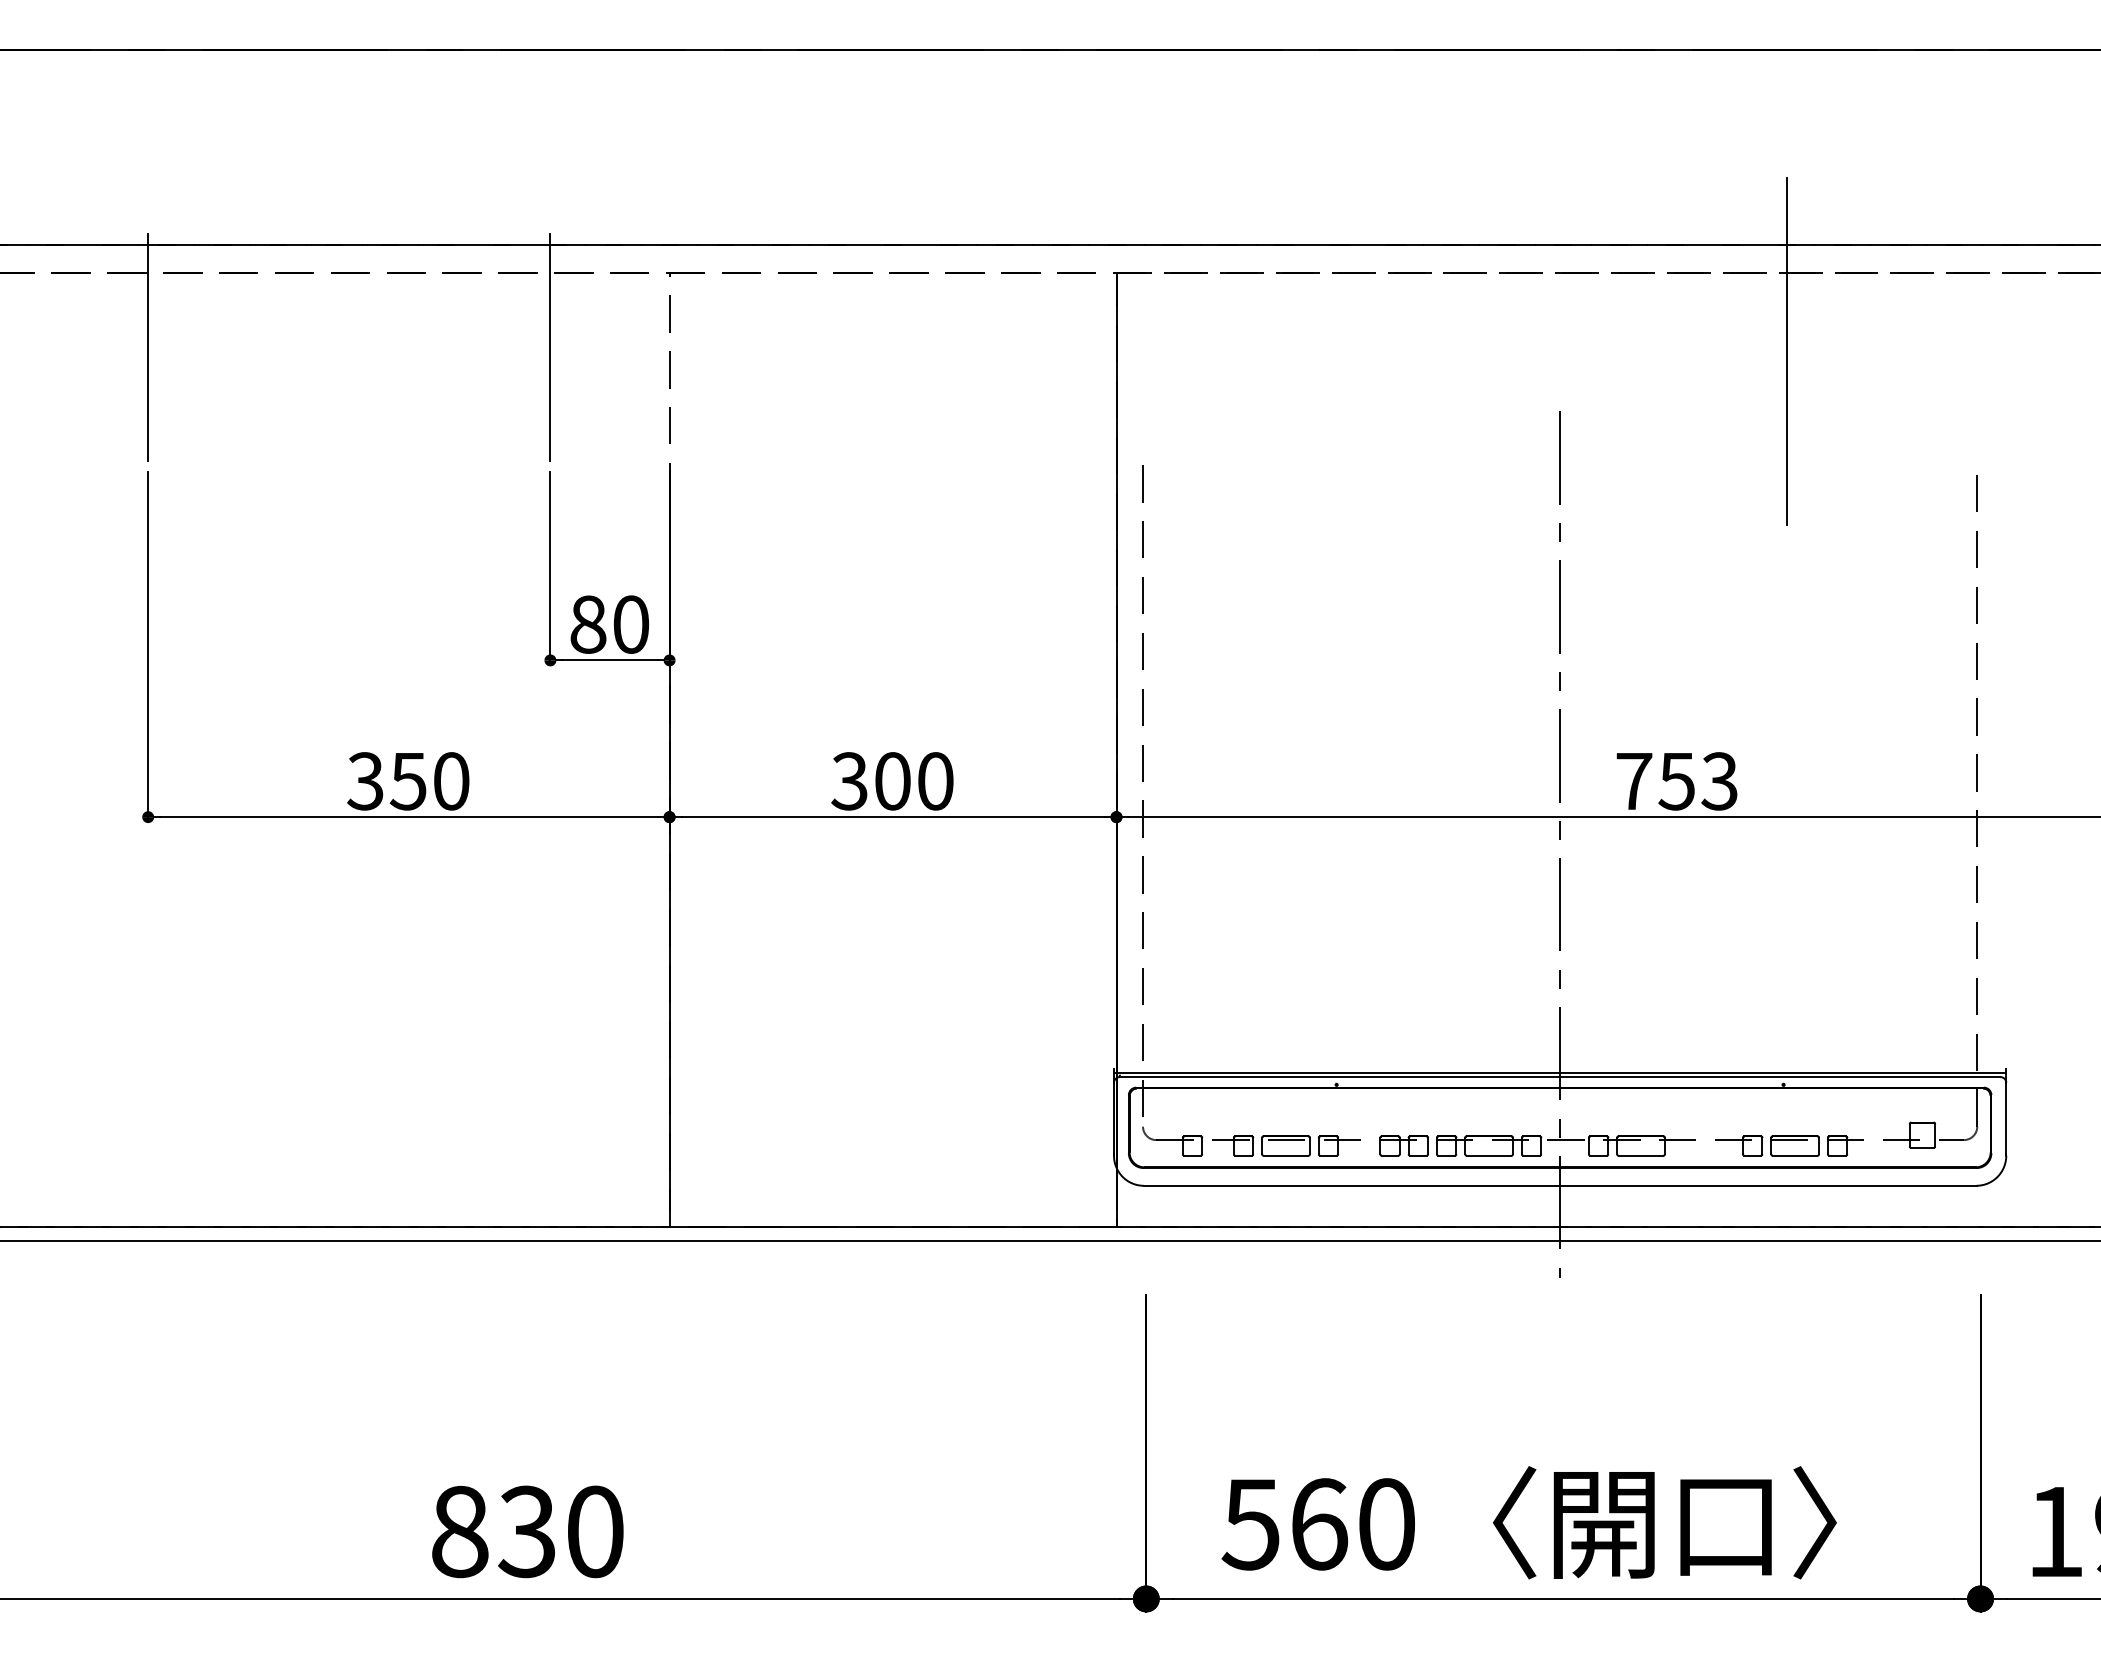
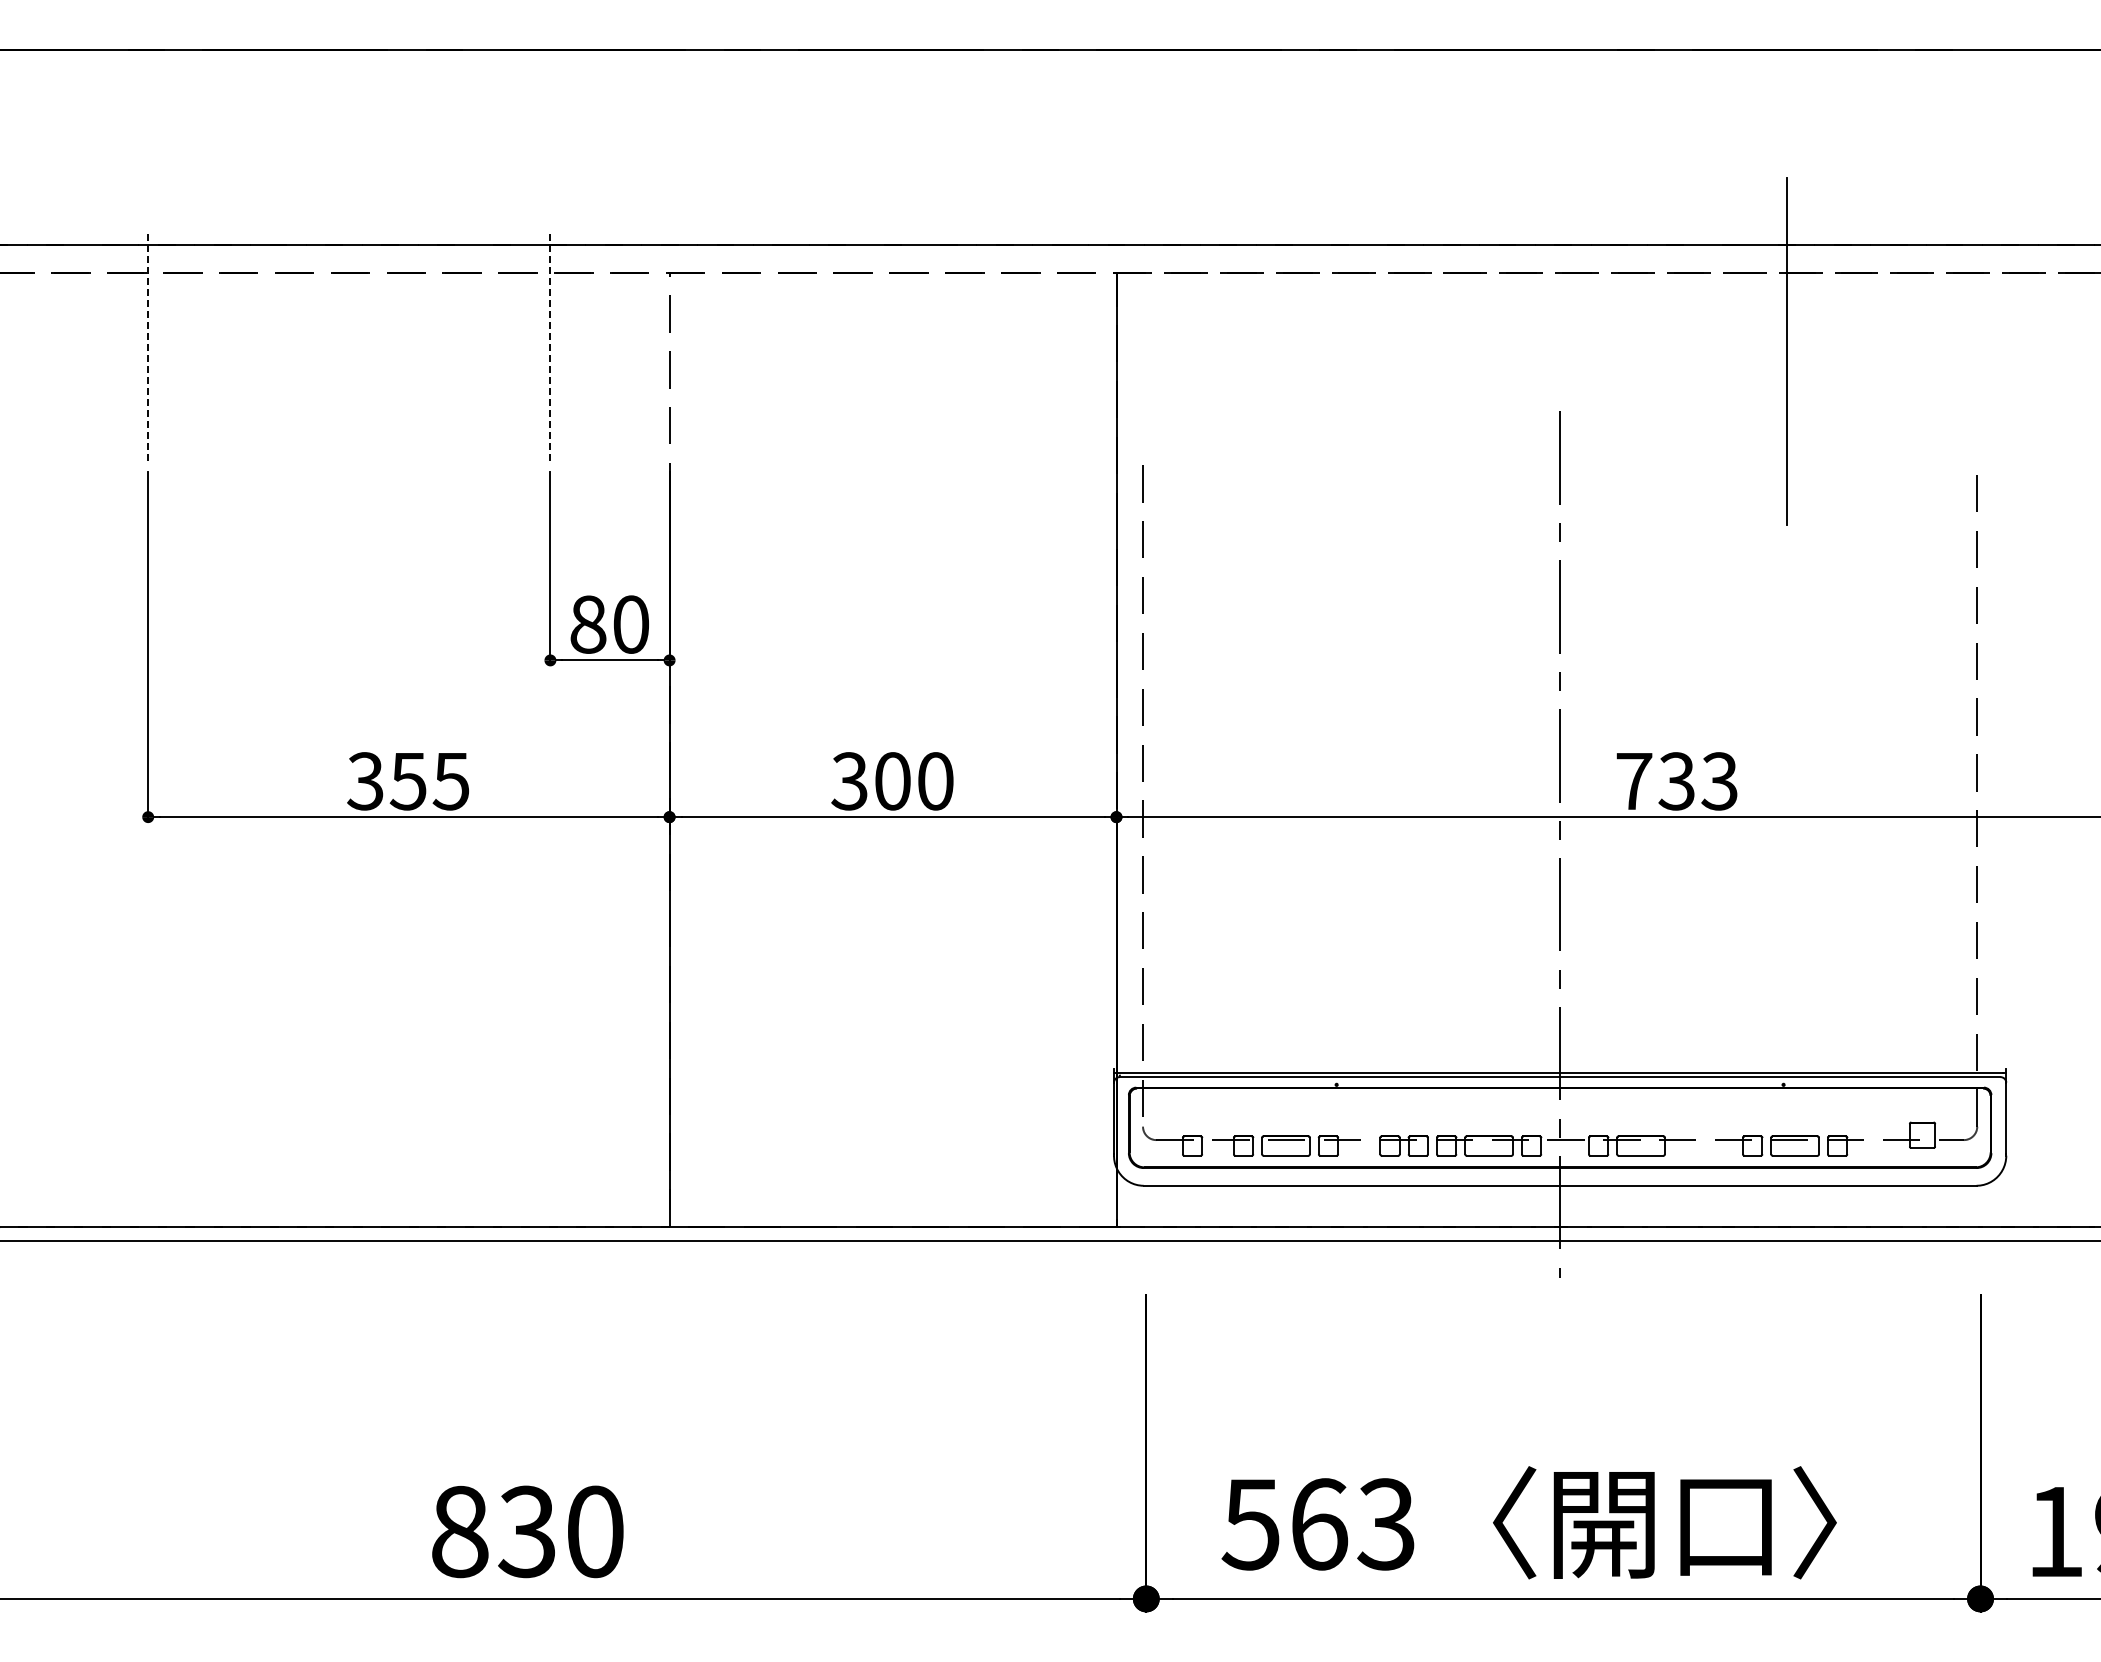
line at (148, 348): solid -> dashed
line at (550, 348): solid -> dashed
text at (450, 781): 350 -> 355
text at (1676, 781): 753 -> 733
text at (1385, 1524): 560 -> 563
